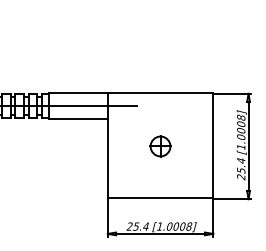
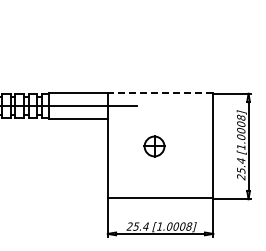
line at (160, 92): solid -> dashed
part at (160, 146) position: (160, 146) -> (154, 146)
